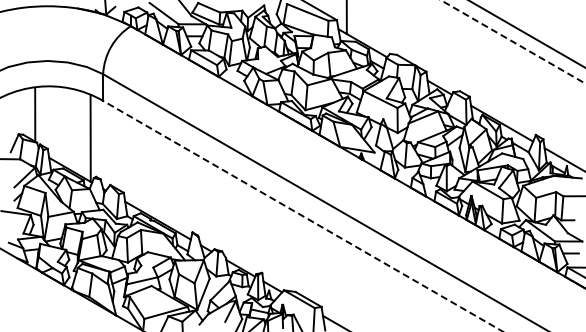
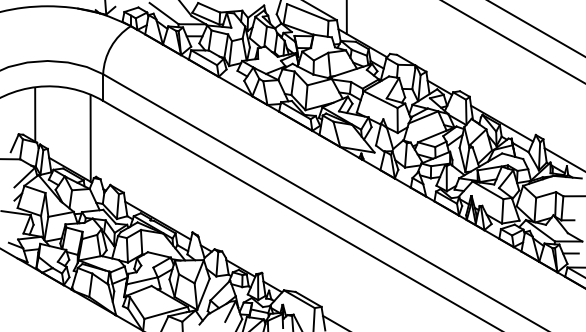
line at (527, 33) position: (527, 33) -> (536, 28)
line at (513, 41): dashed -> solid
line at (303, 216): dashed -> solid
